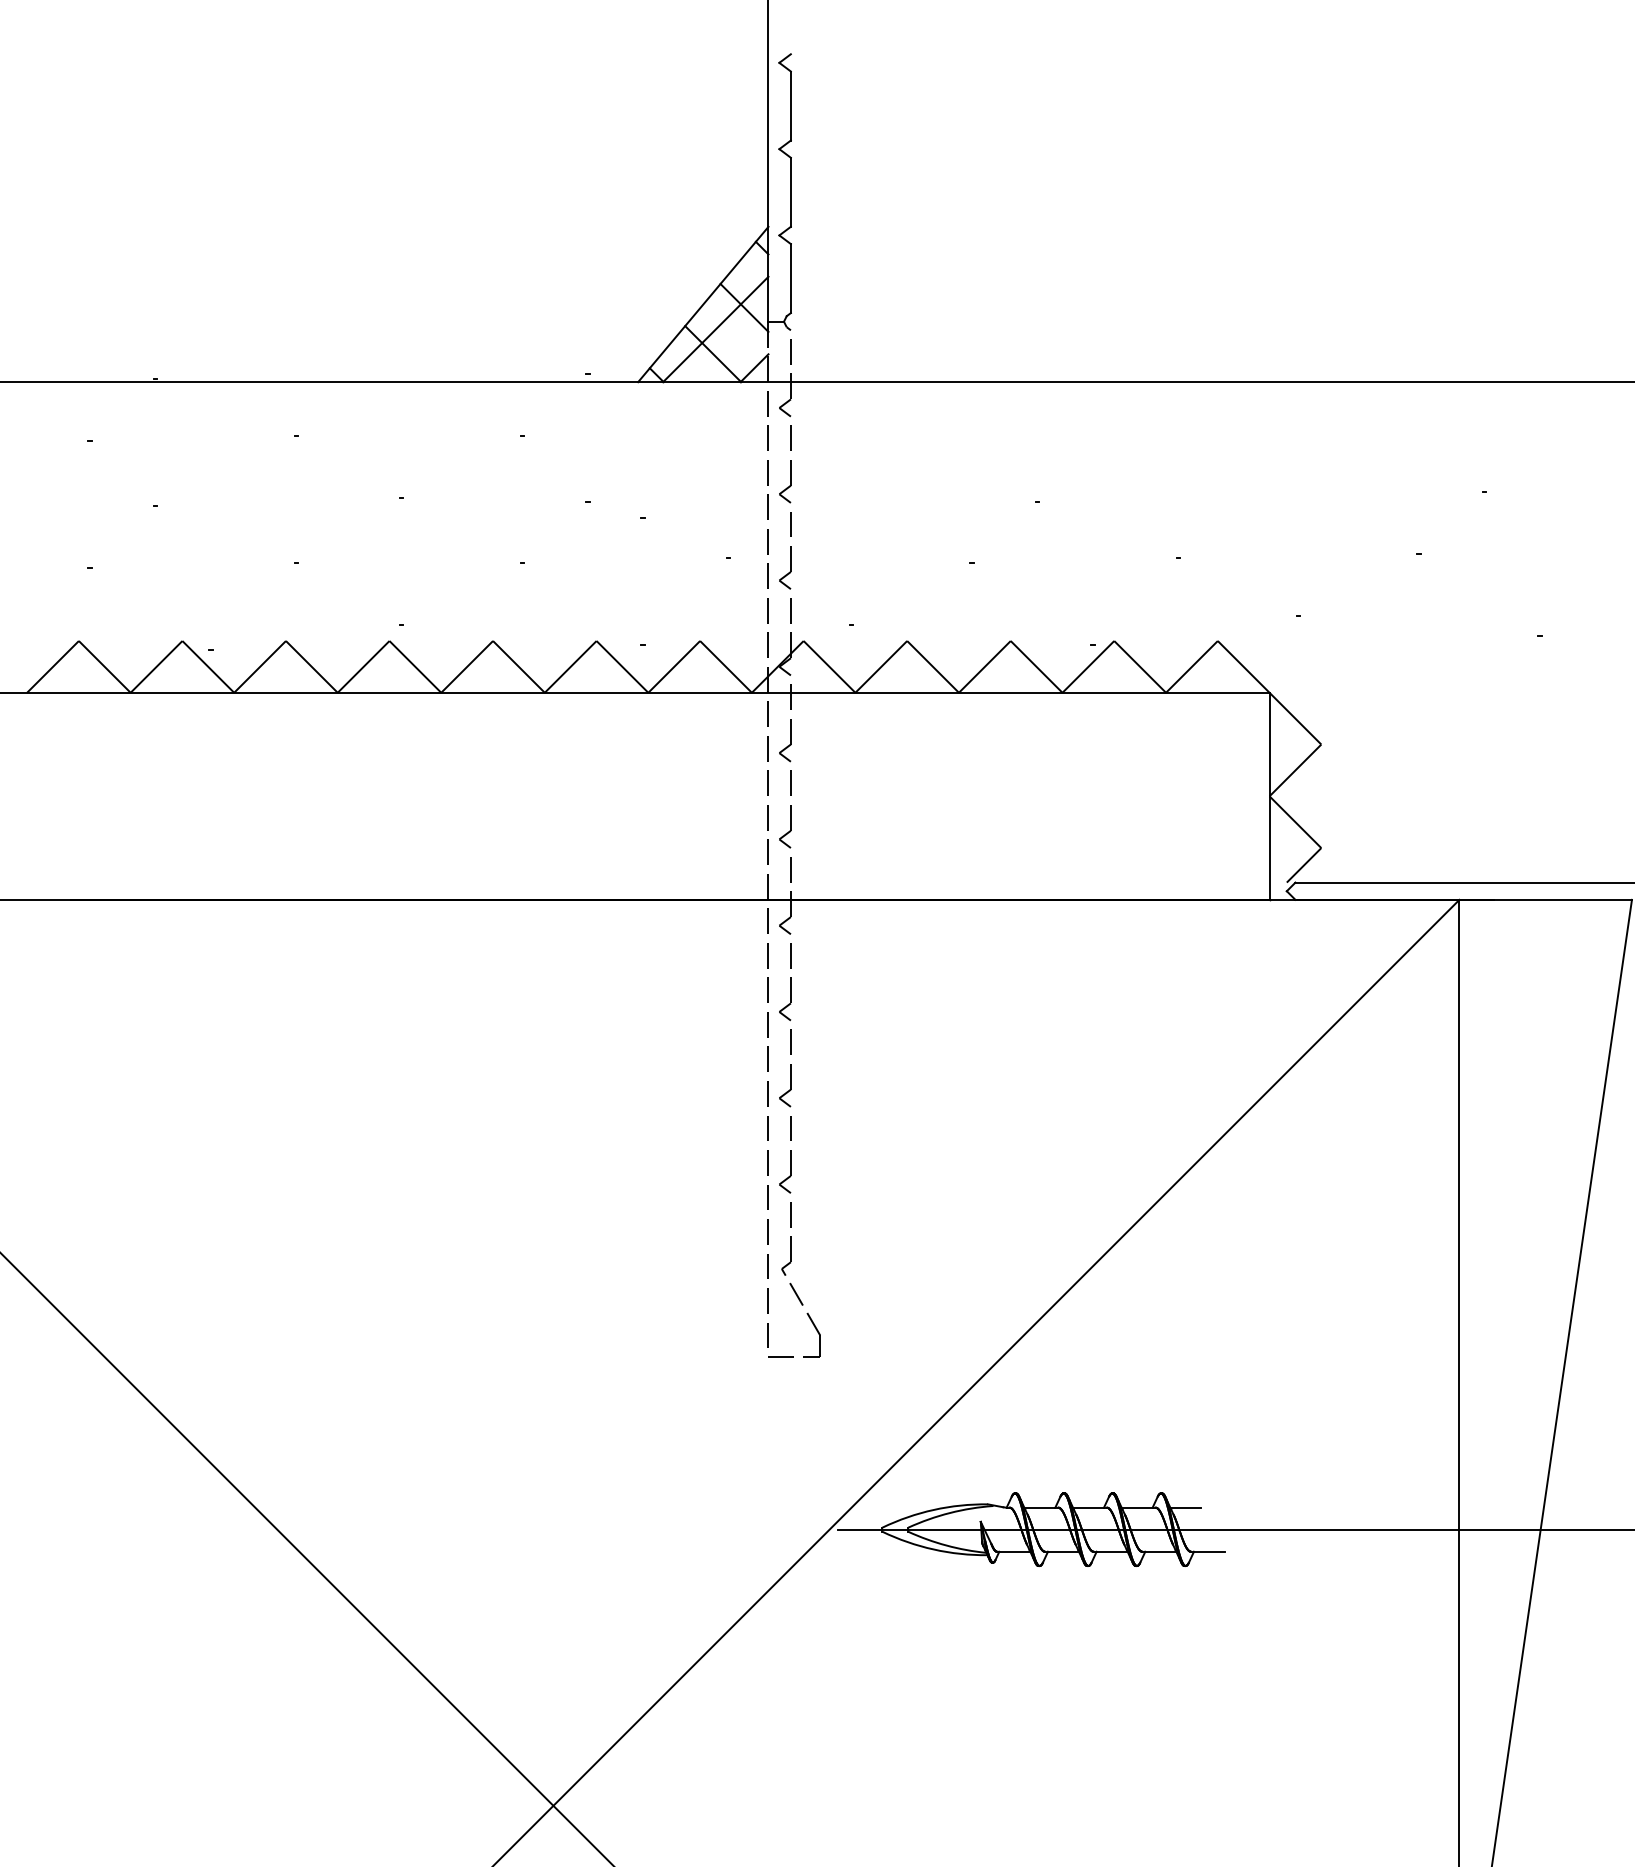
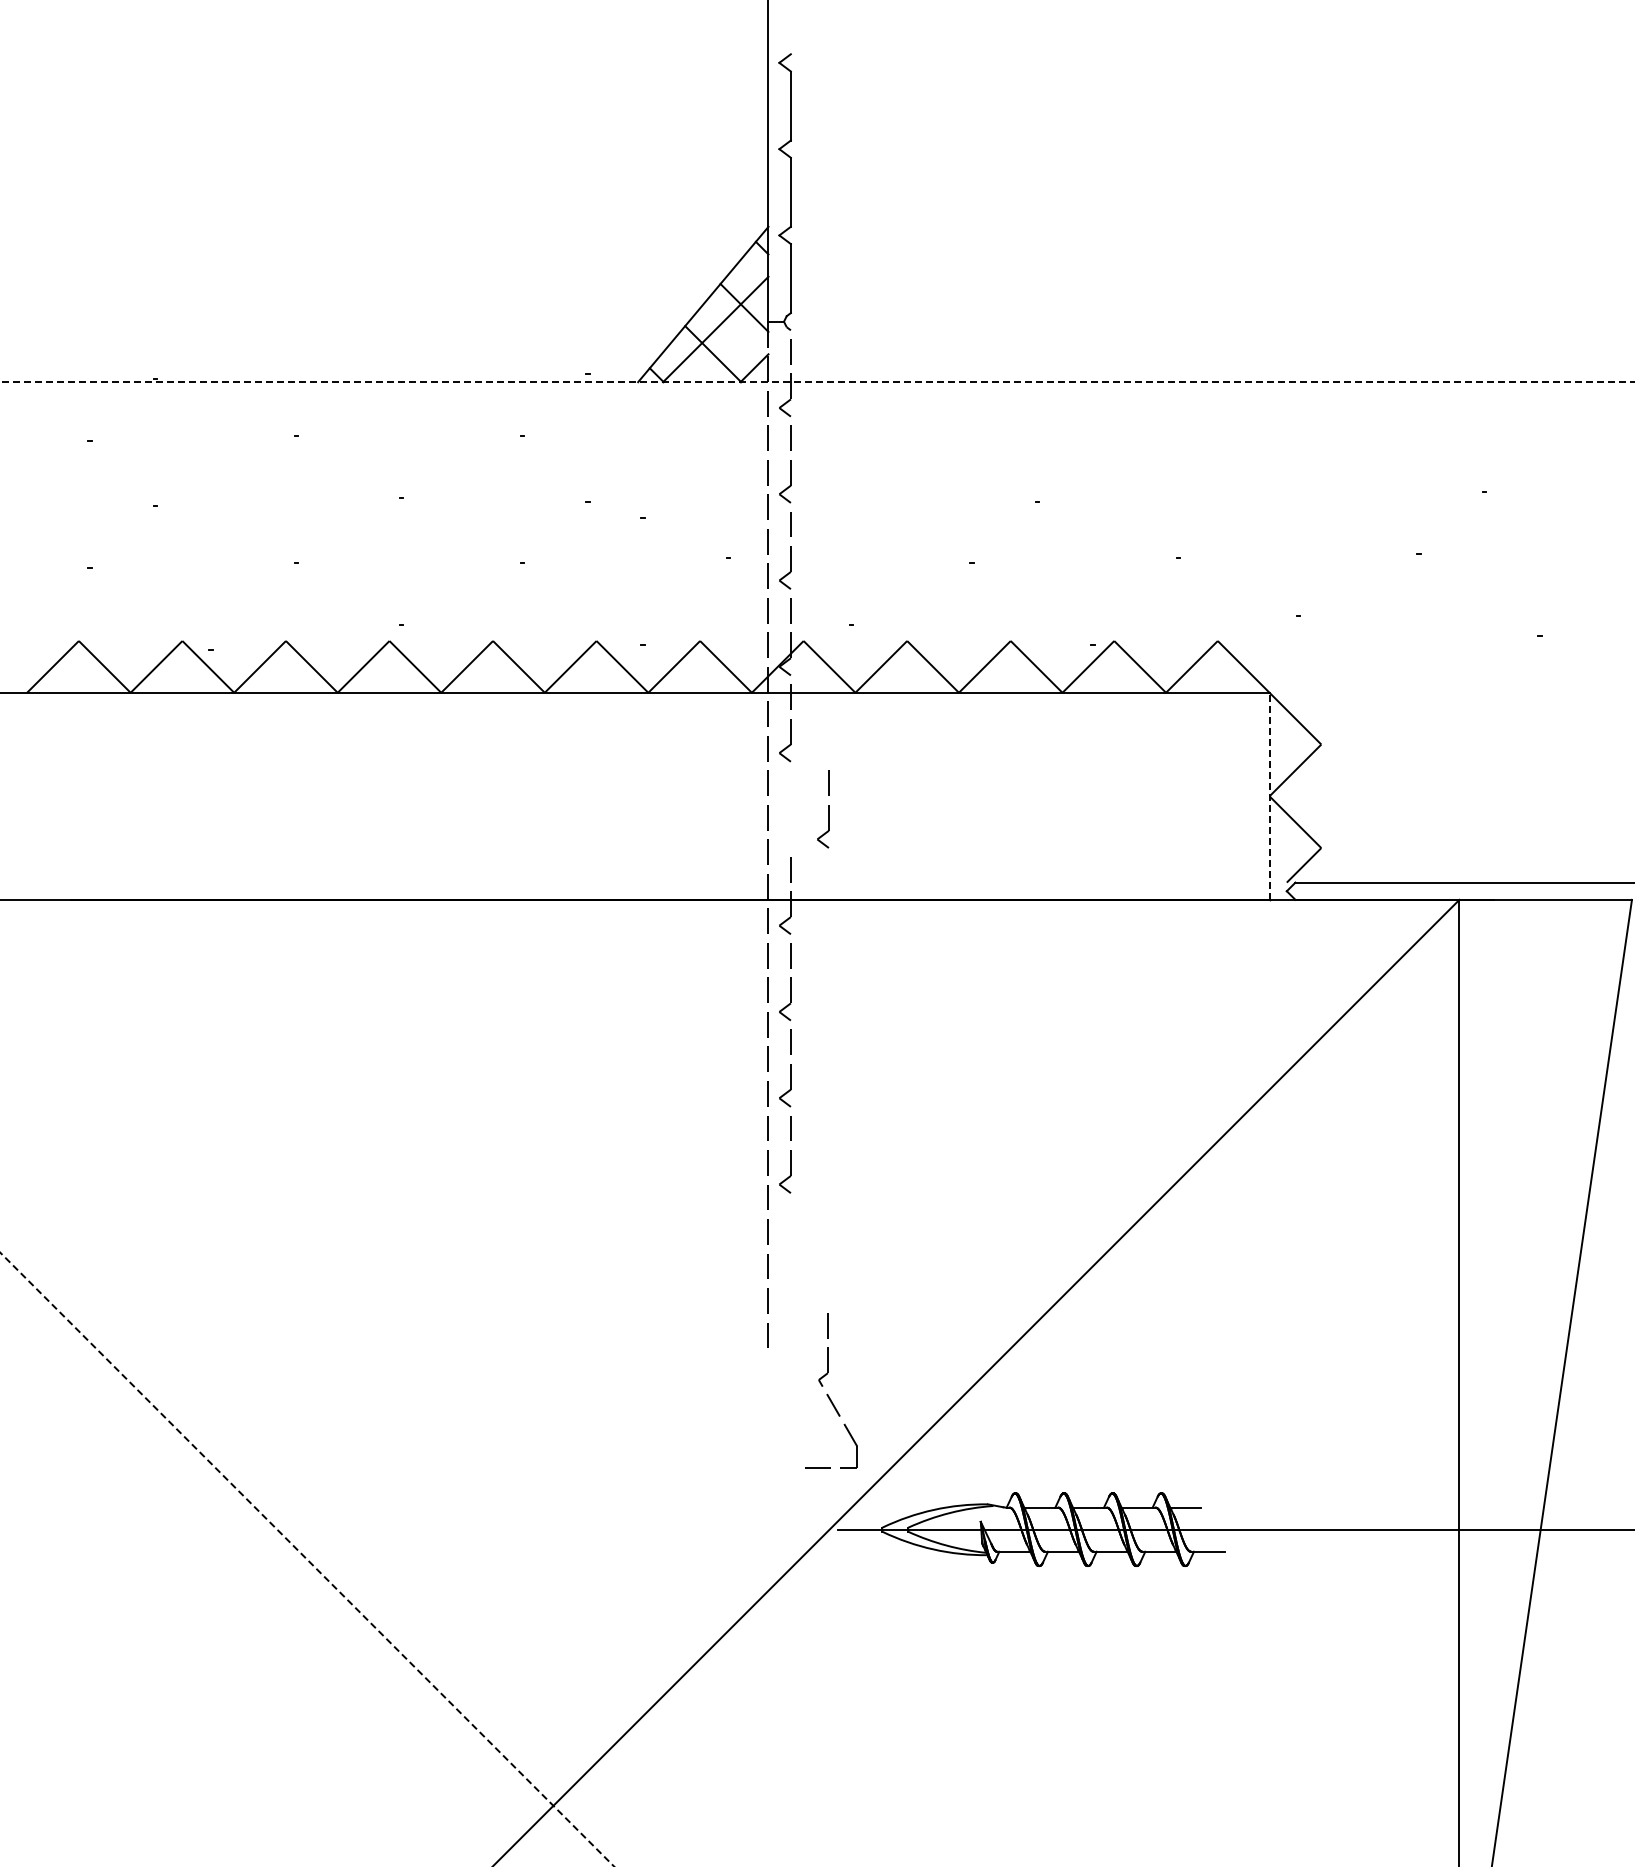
line at (817, 382): solid -> dashed
line at (1269, 796): solid -> dashed
part at (785, 809) position: (785, 809) -> (823, 809)
part at (794, 1279) position: (794, 1279) -> (831, 1390)
line at (307, 1560): solid -> dashed
